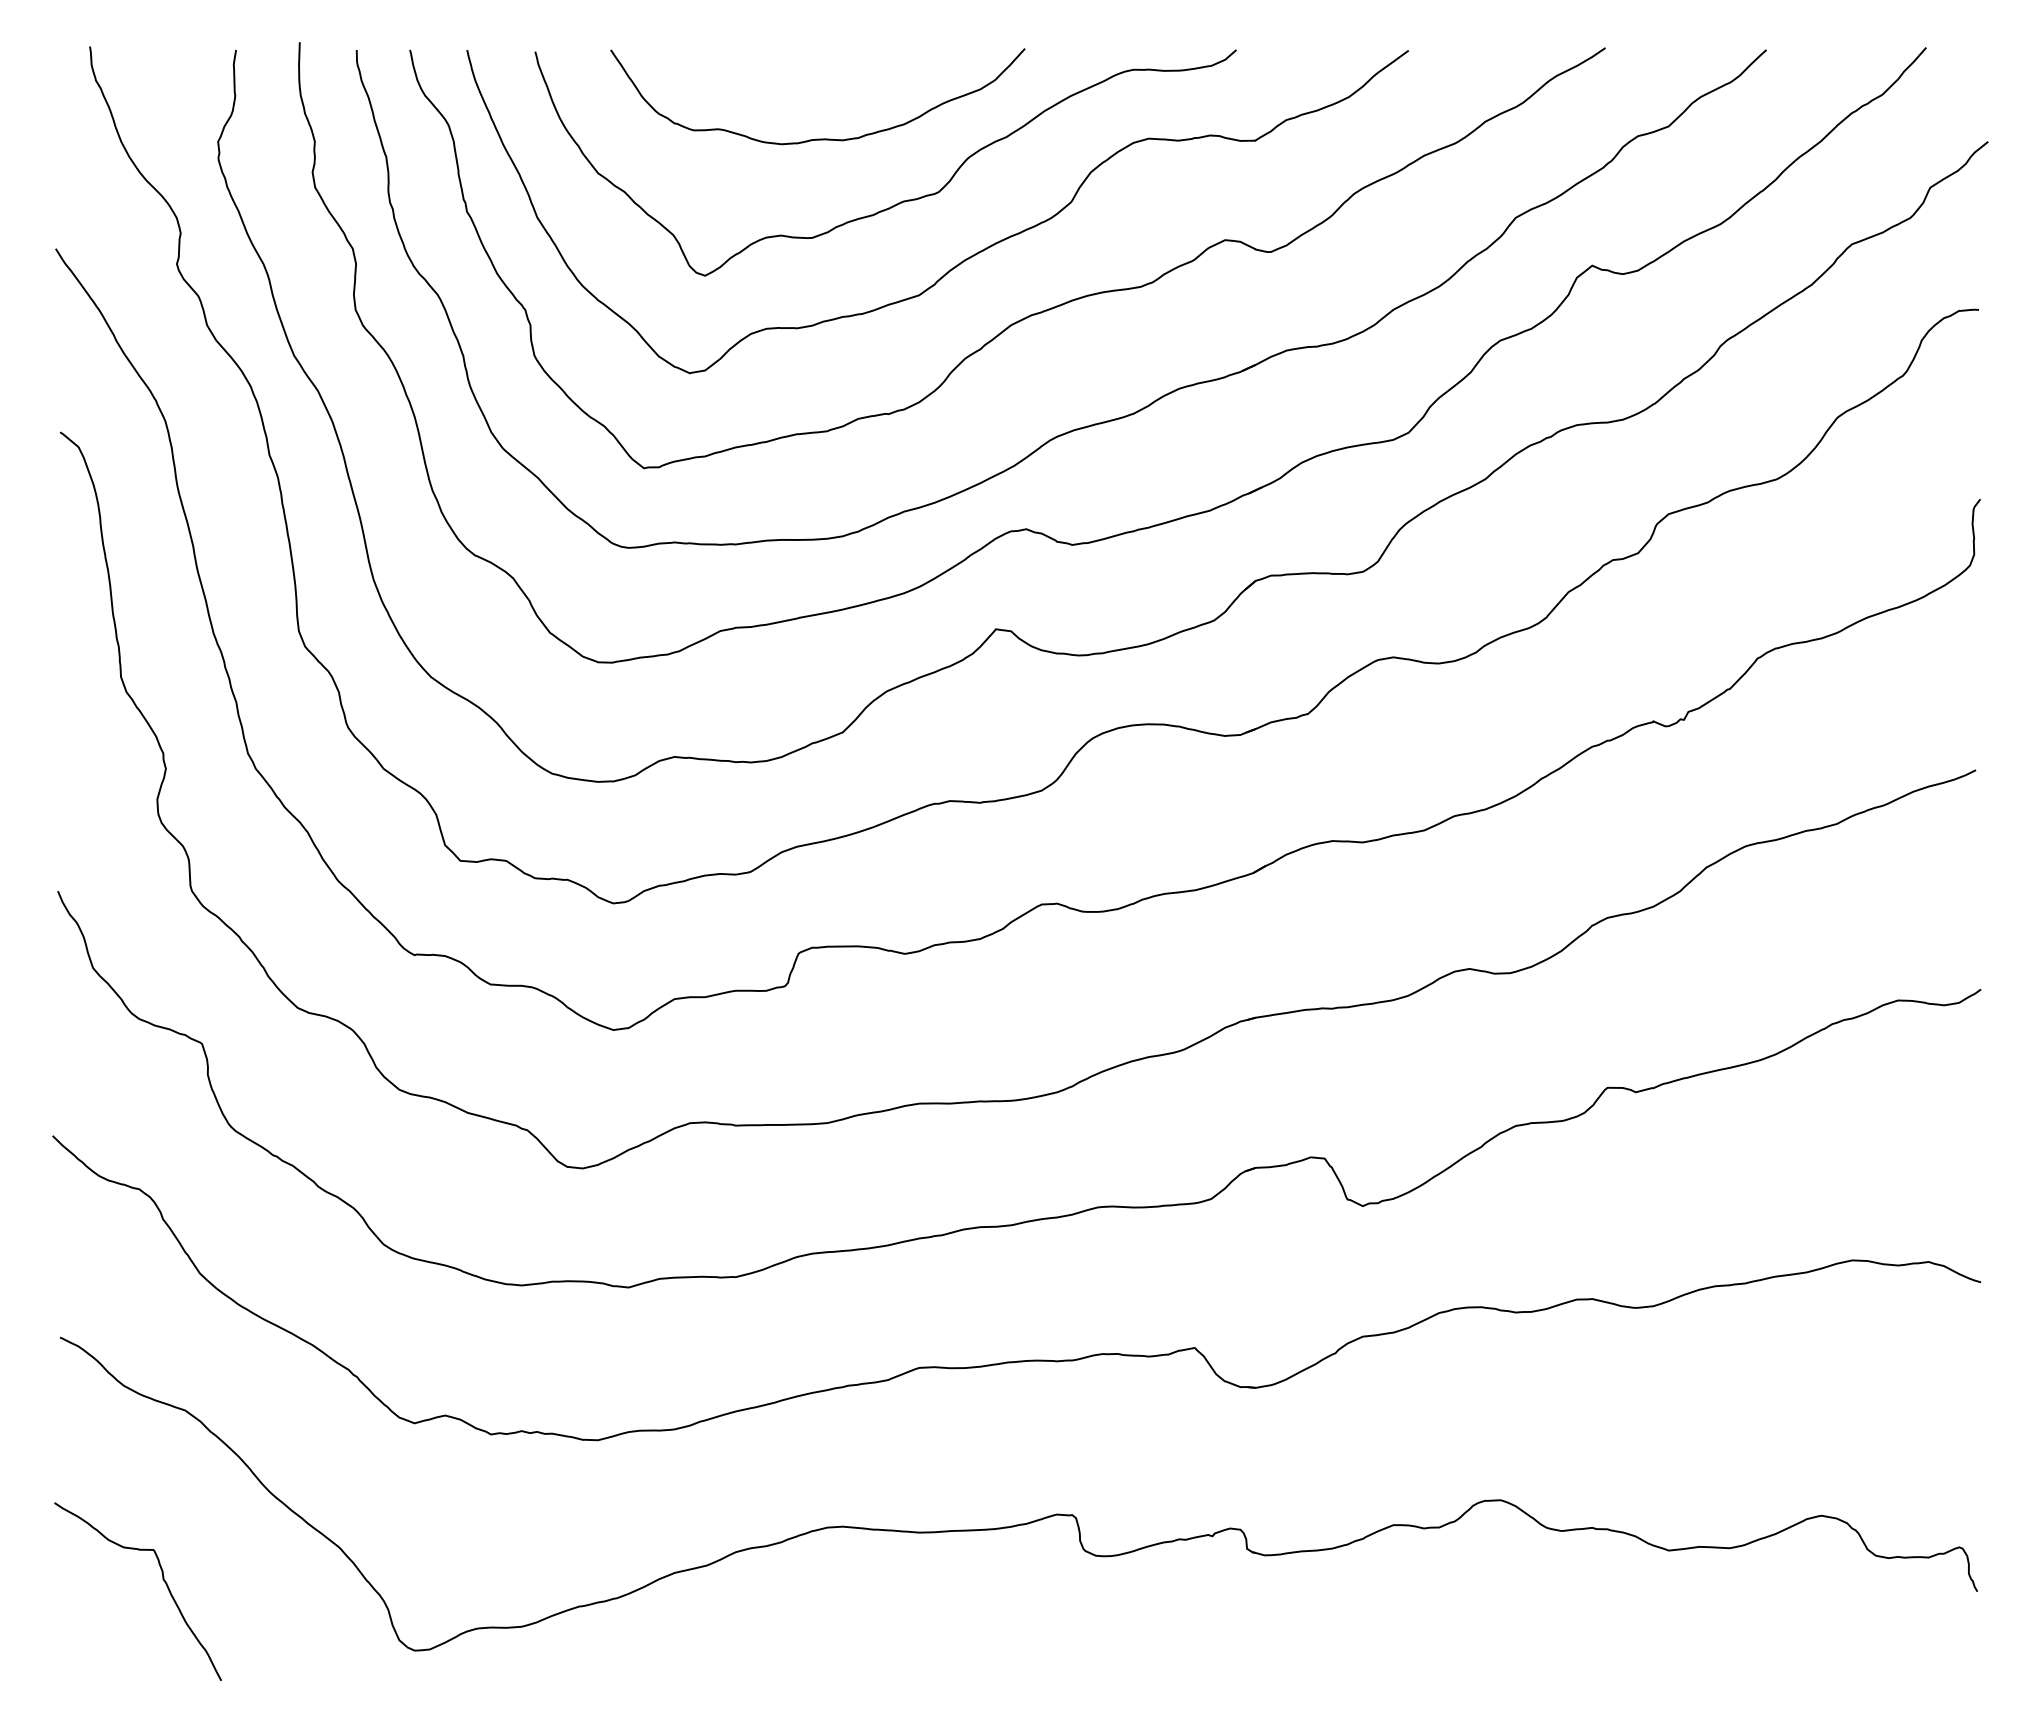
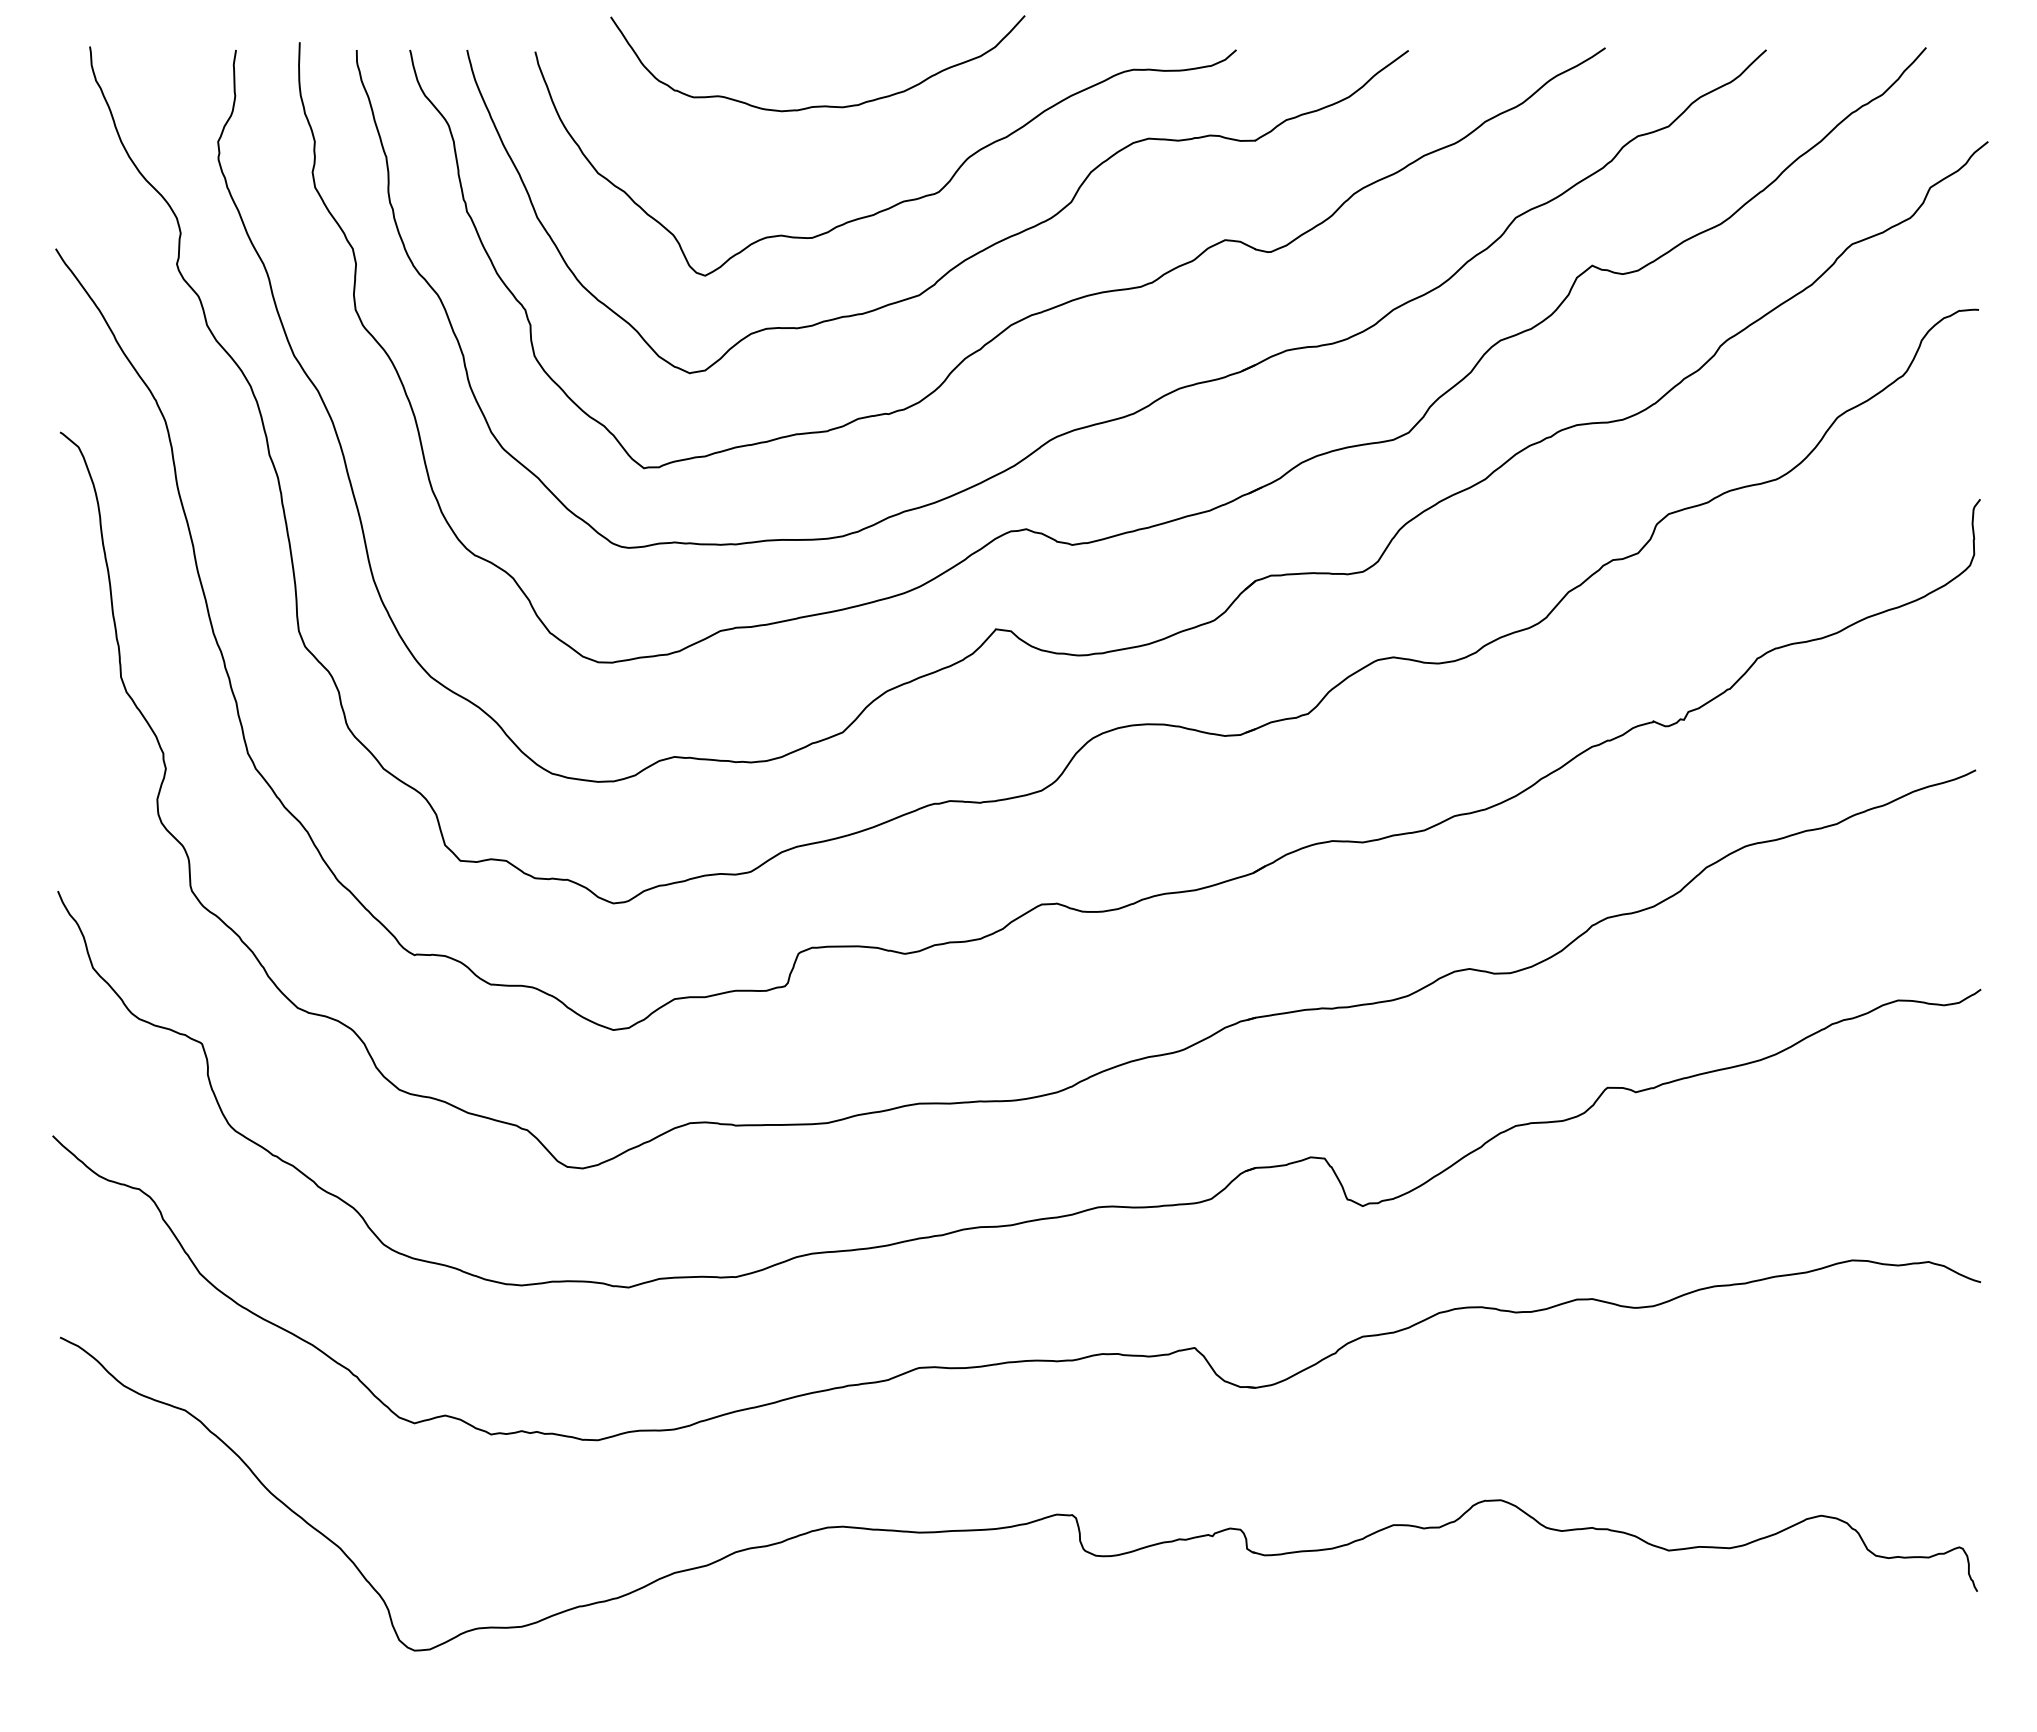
curve at (817, 138) position: (817, 138) -> (817, 105)
curve at (162, 1579): present -> none
